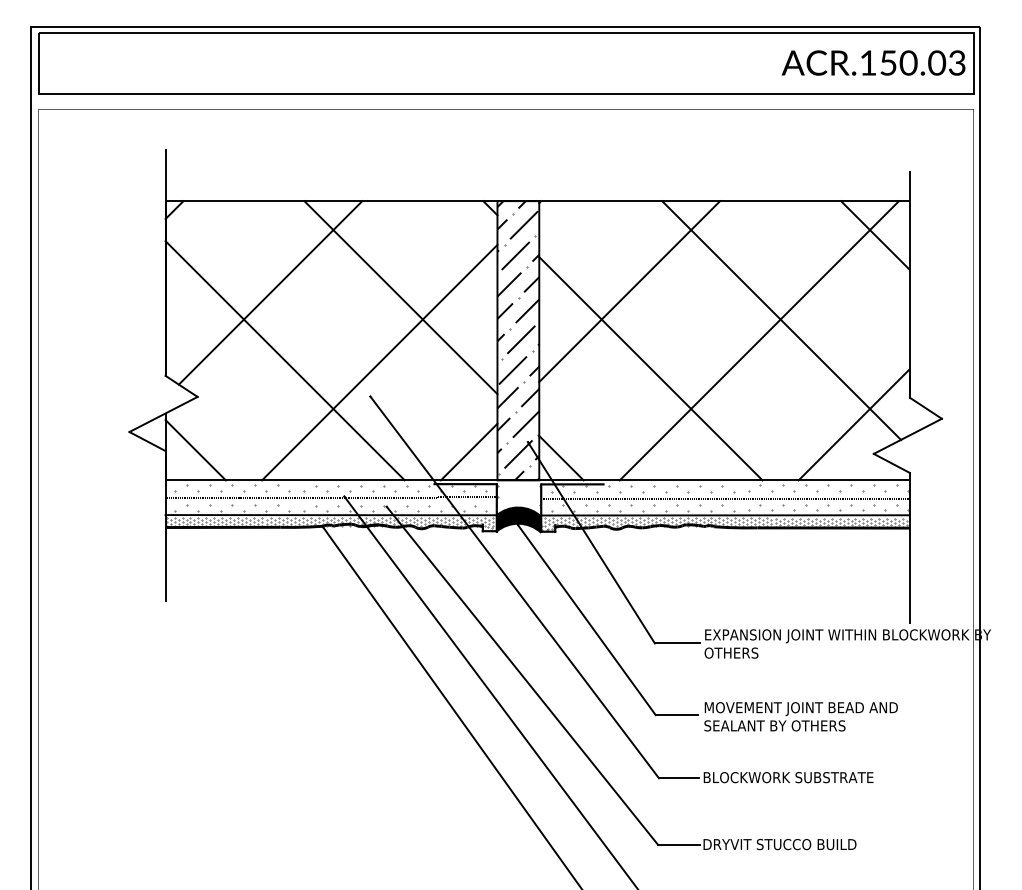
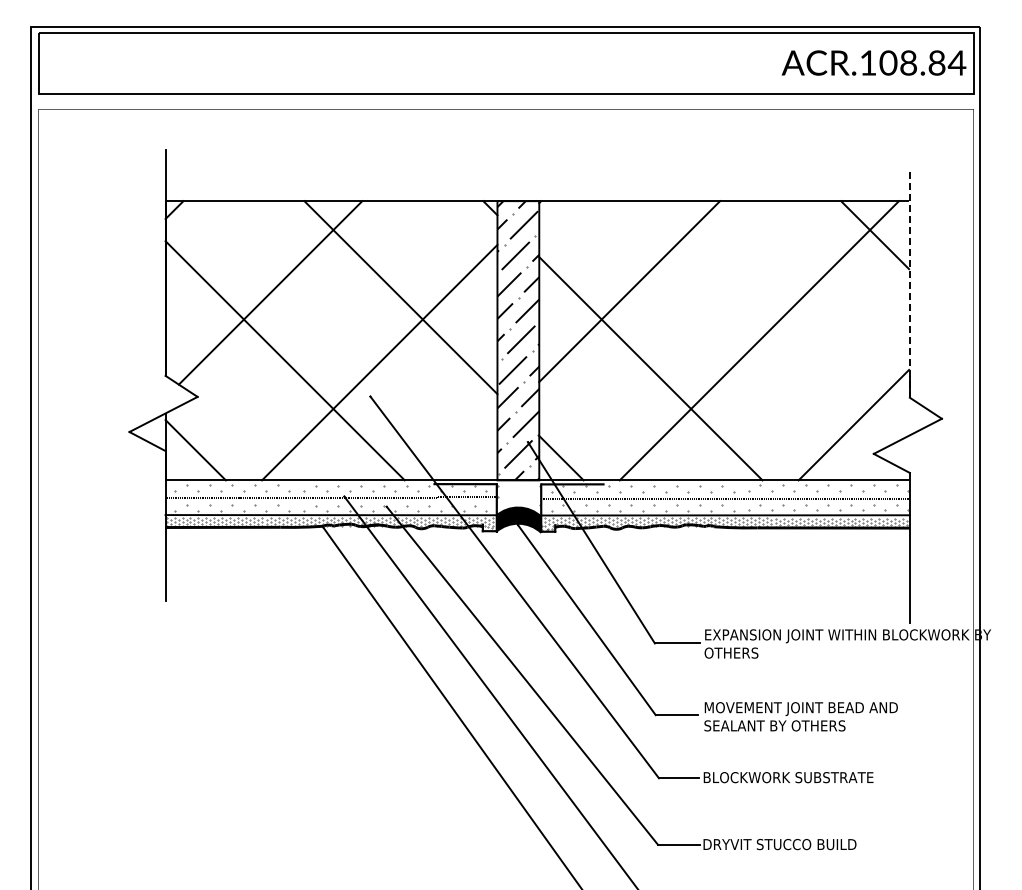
text at (922, 62): ACR.150.03 -> ACR.108.84
line at (909, 284): solid -> dashed
line at (781, 320): present -> none
line at (468, 451): present -> none
